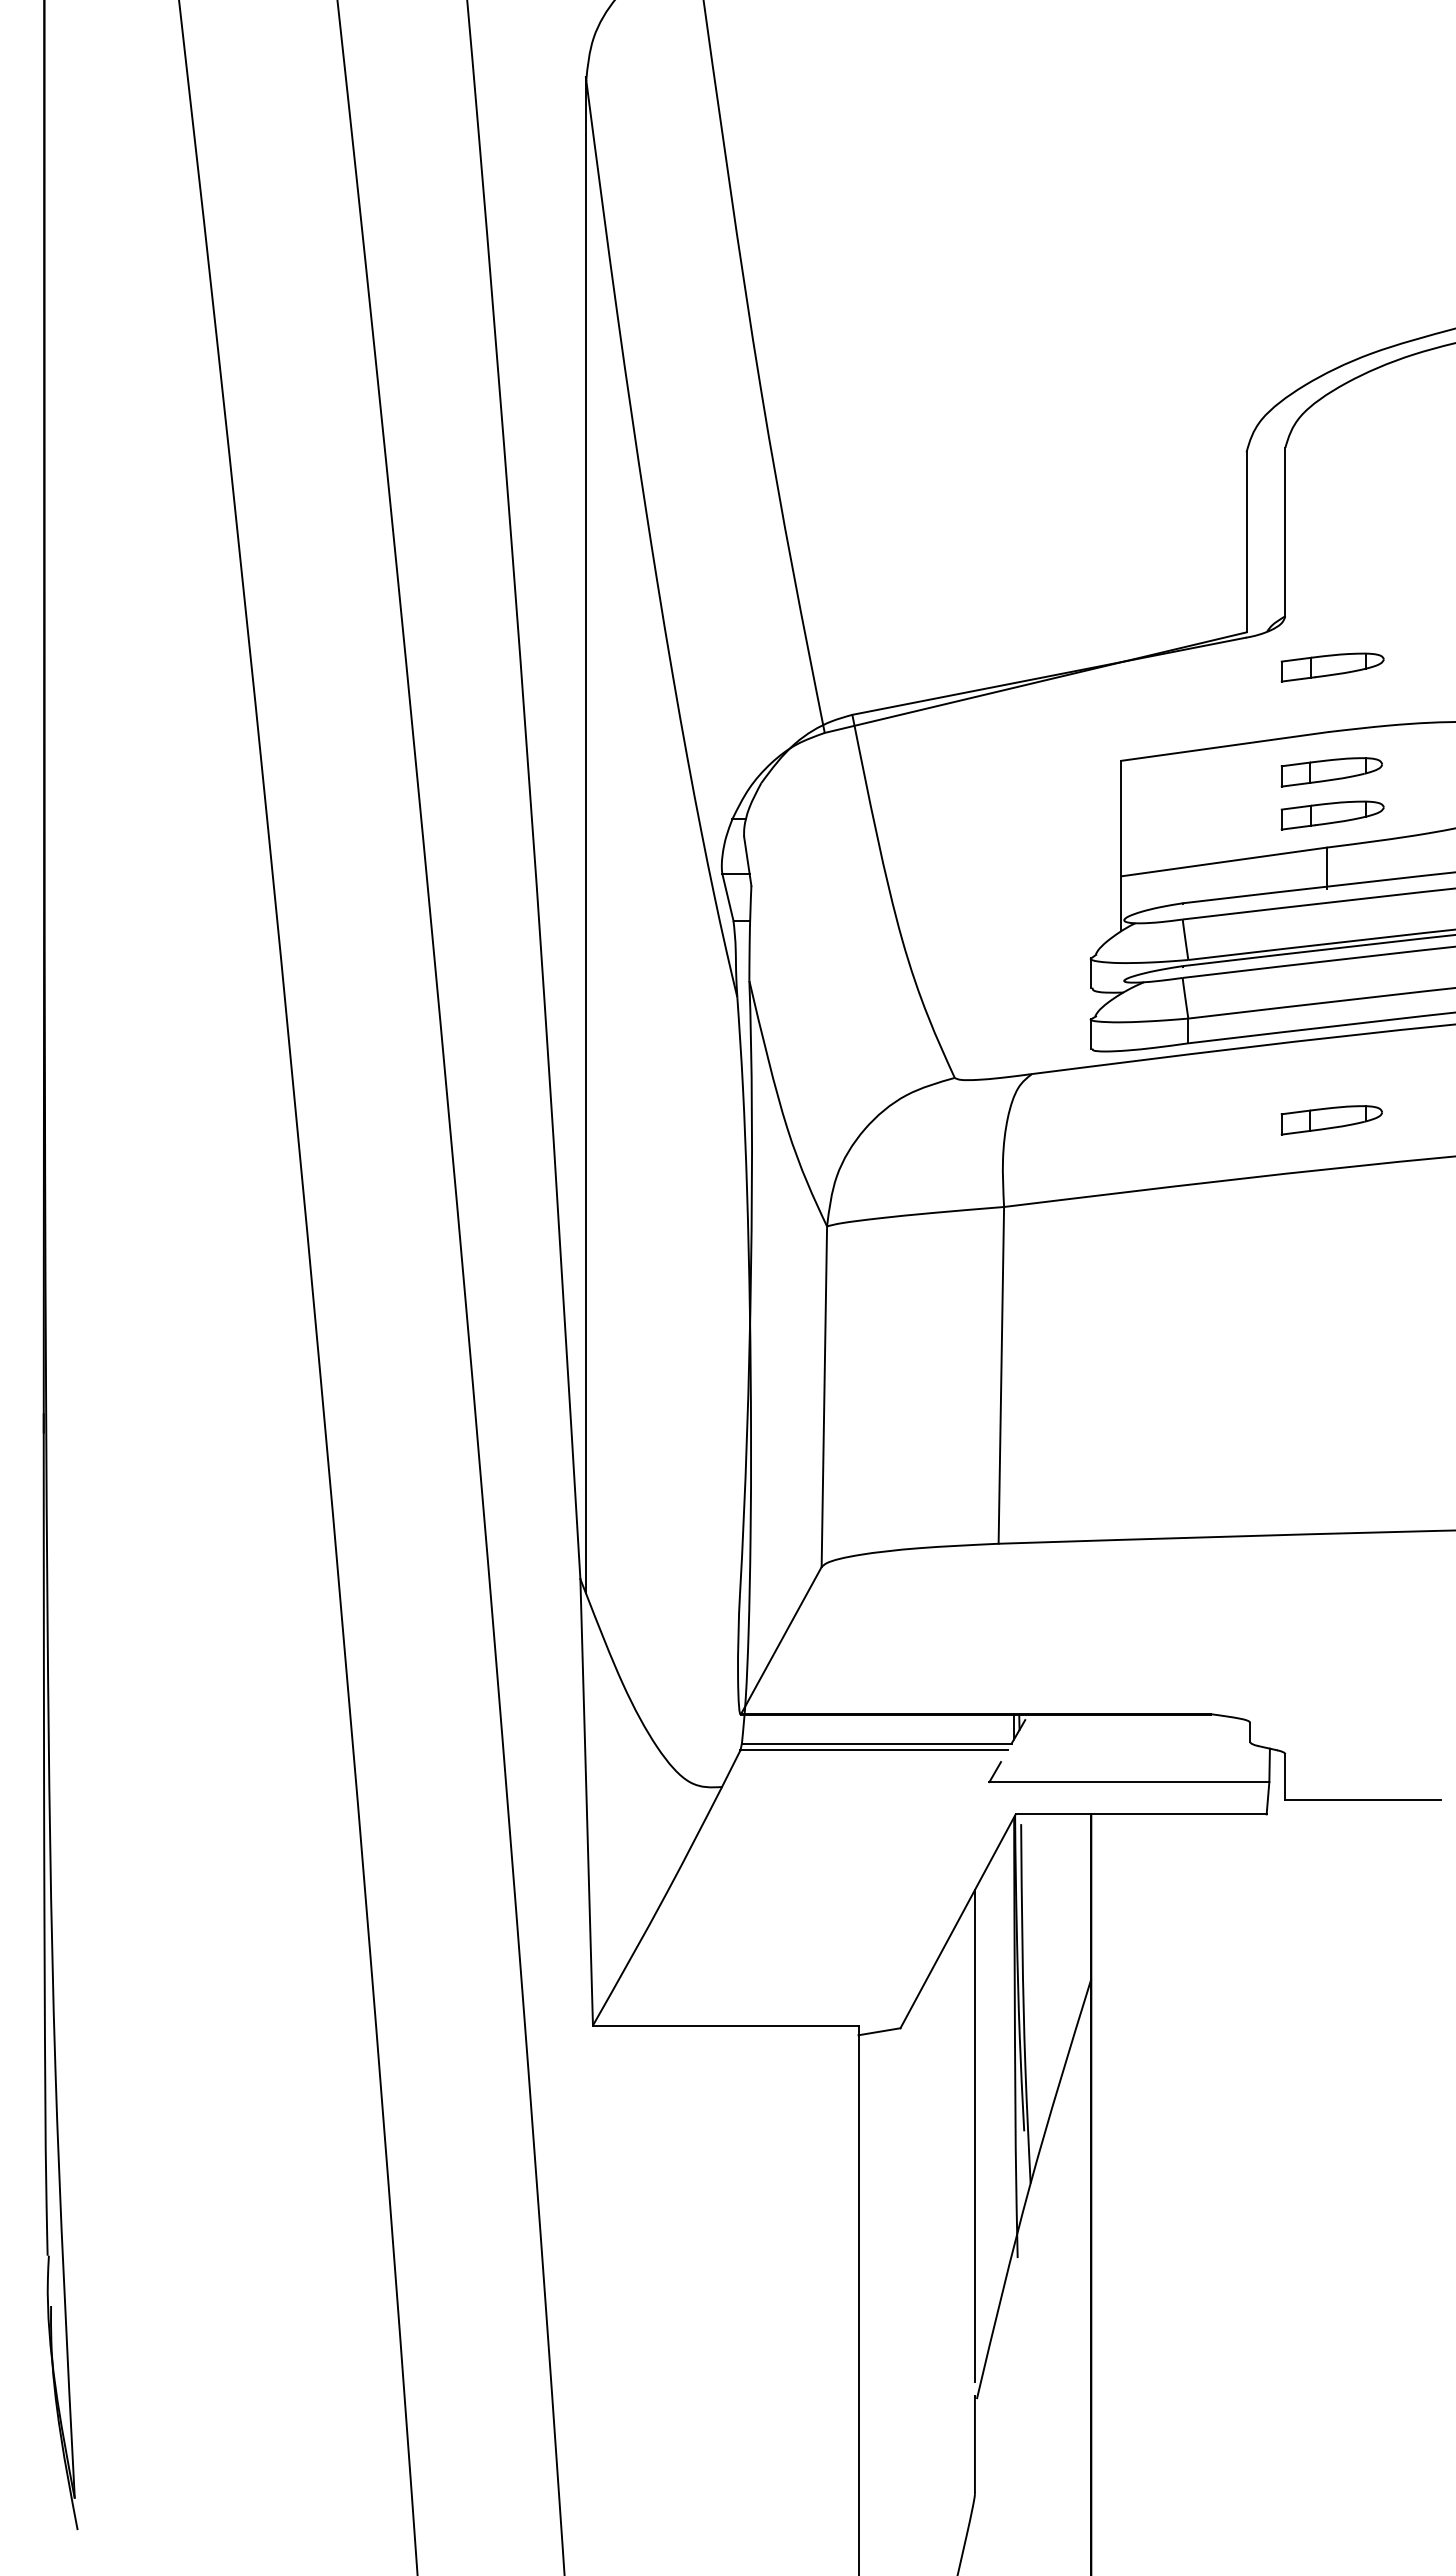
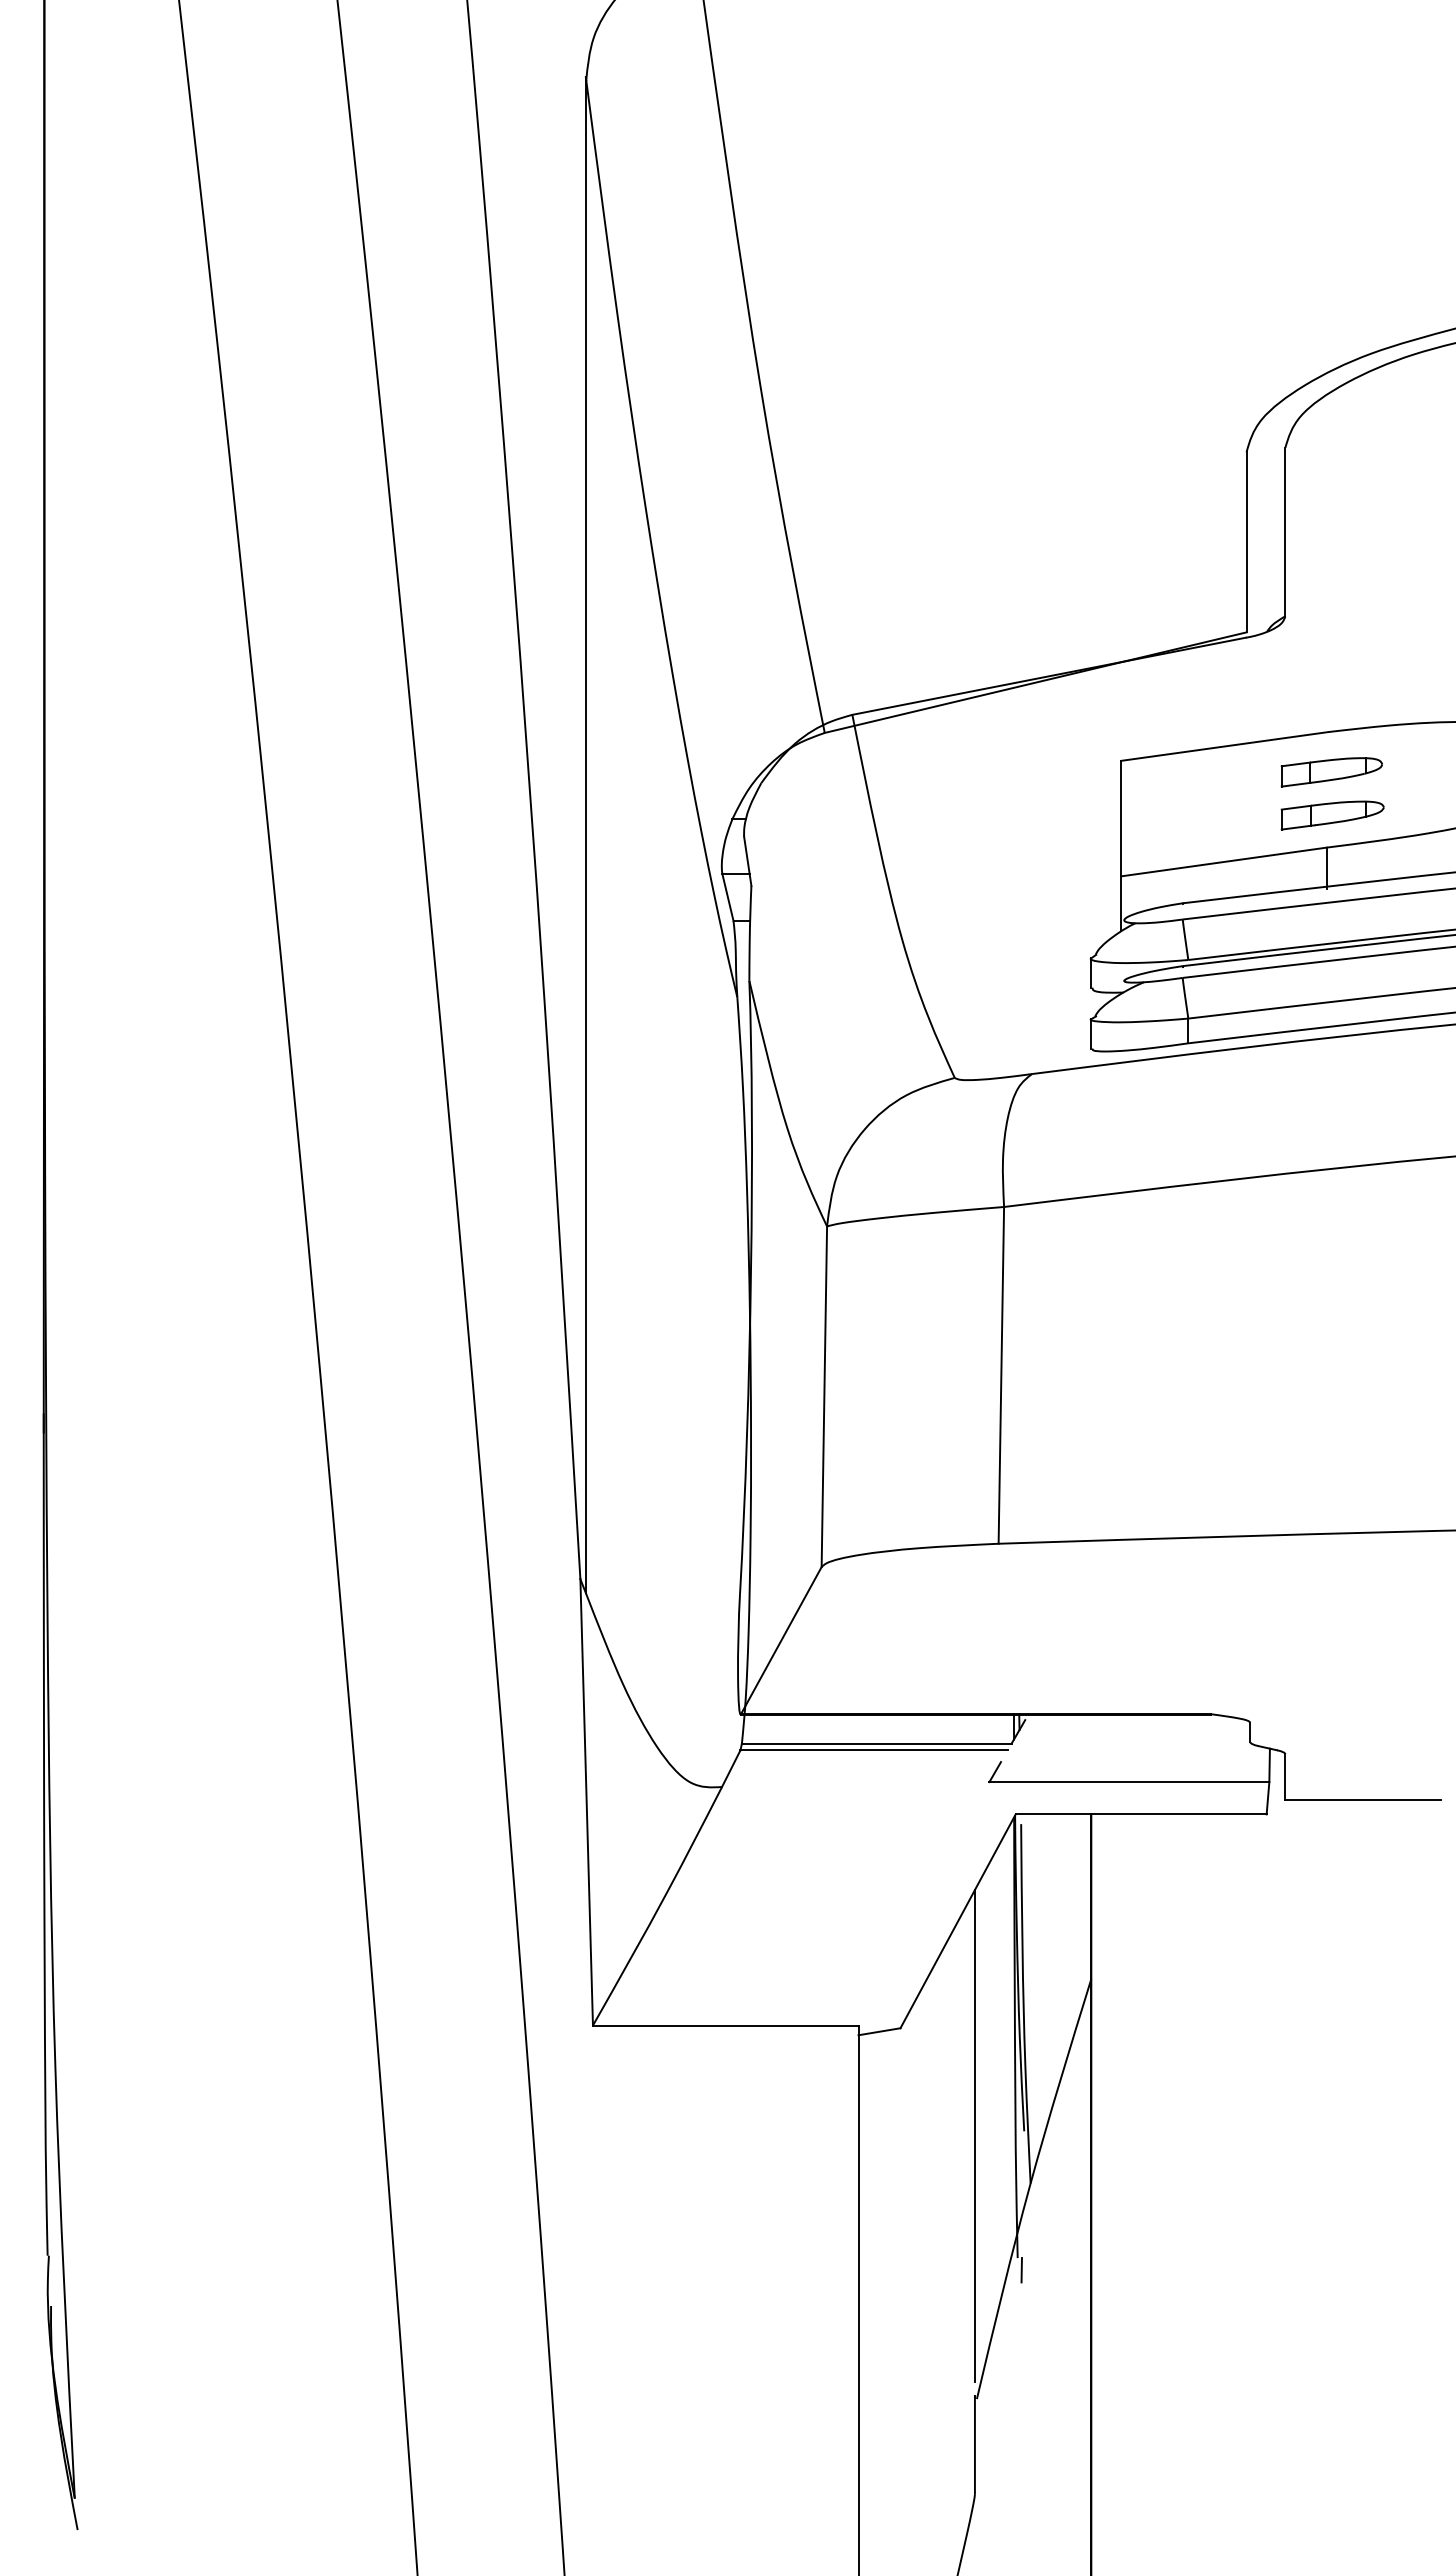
part at (1332, 667): present -> none
part at (1331, 1120): present -> none
line at (1021, 2270): none -> present
